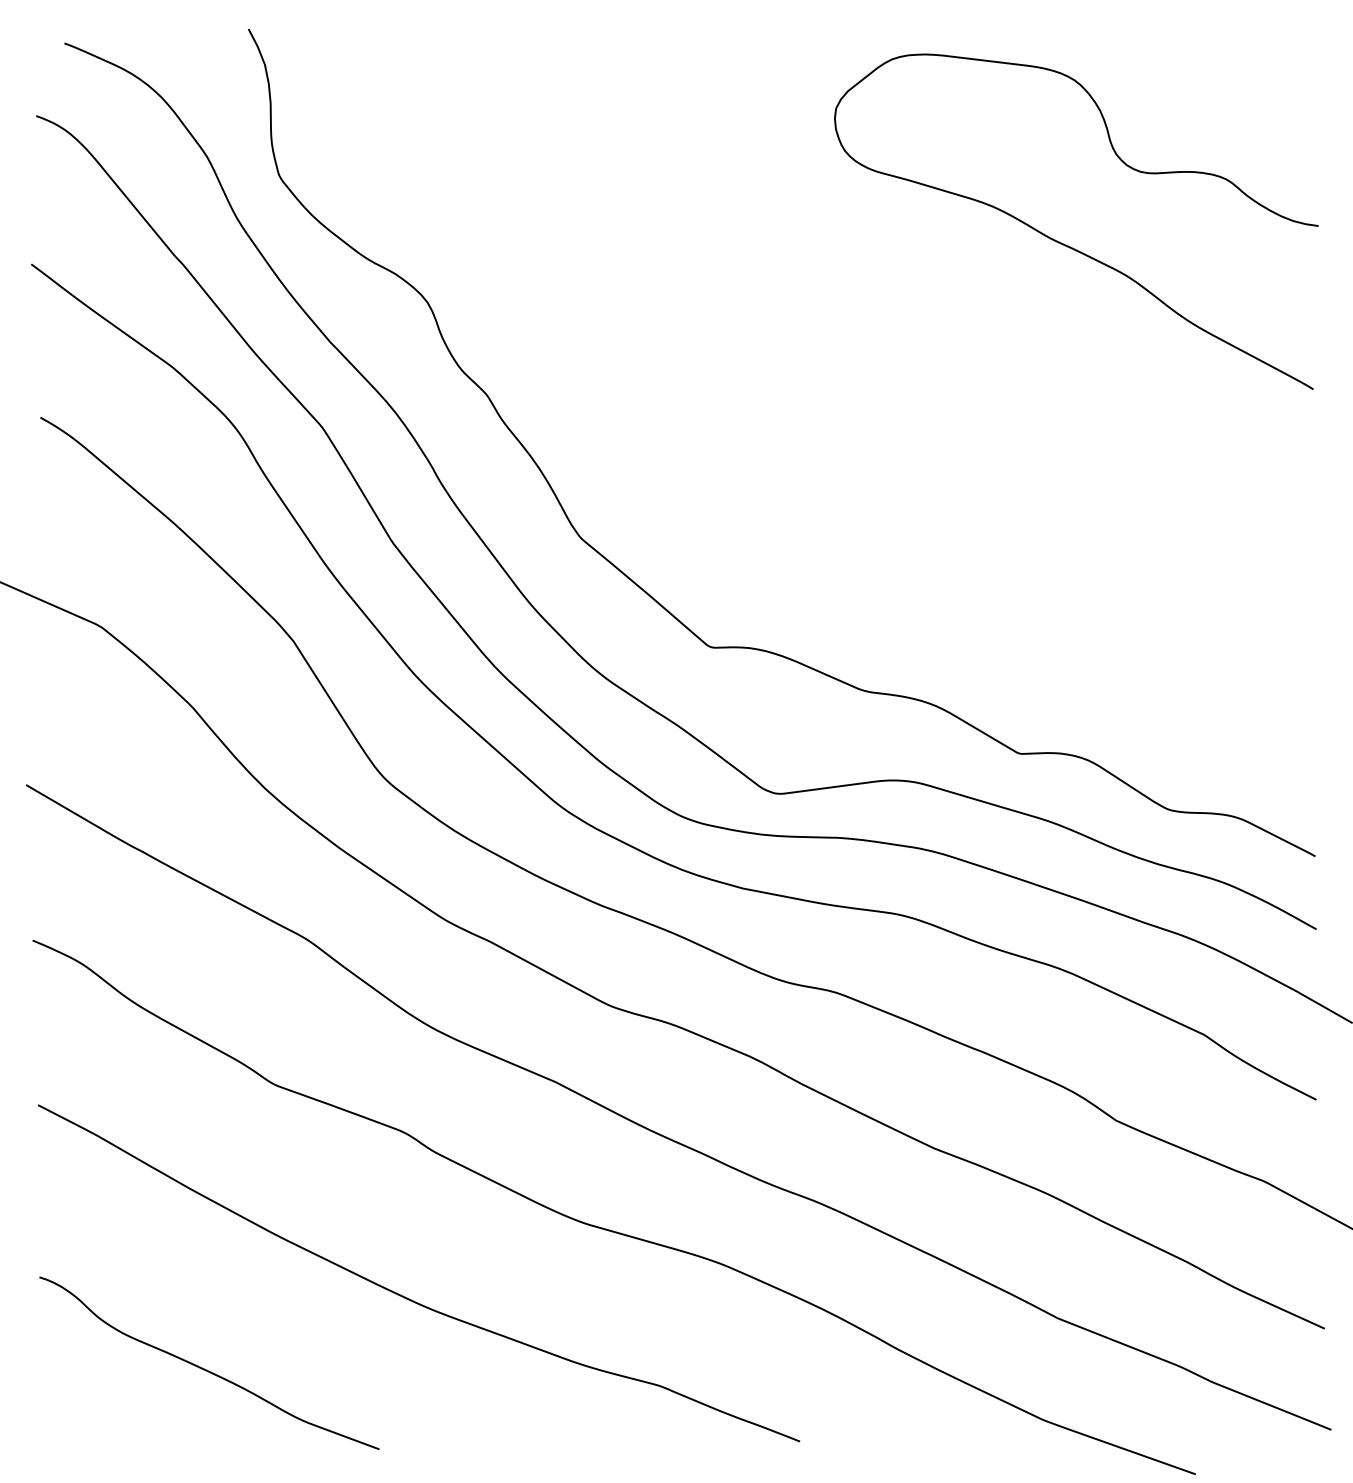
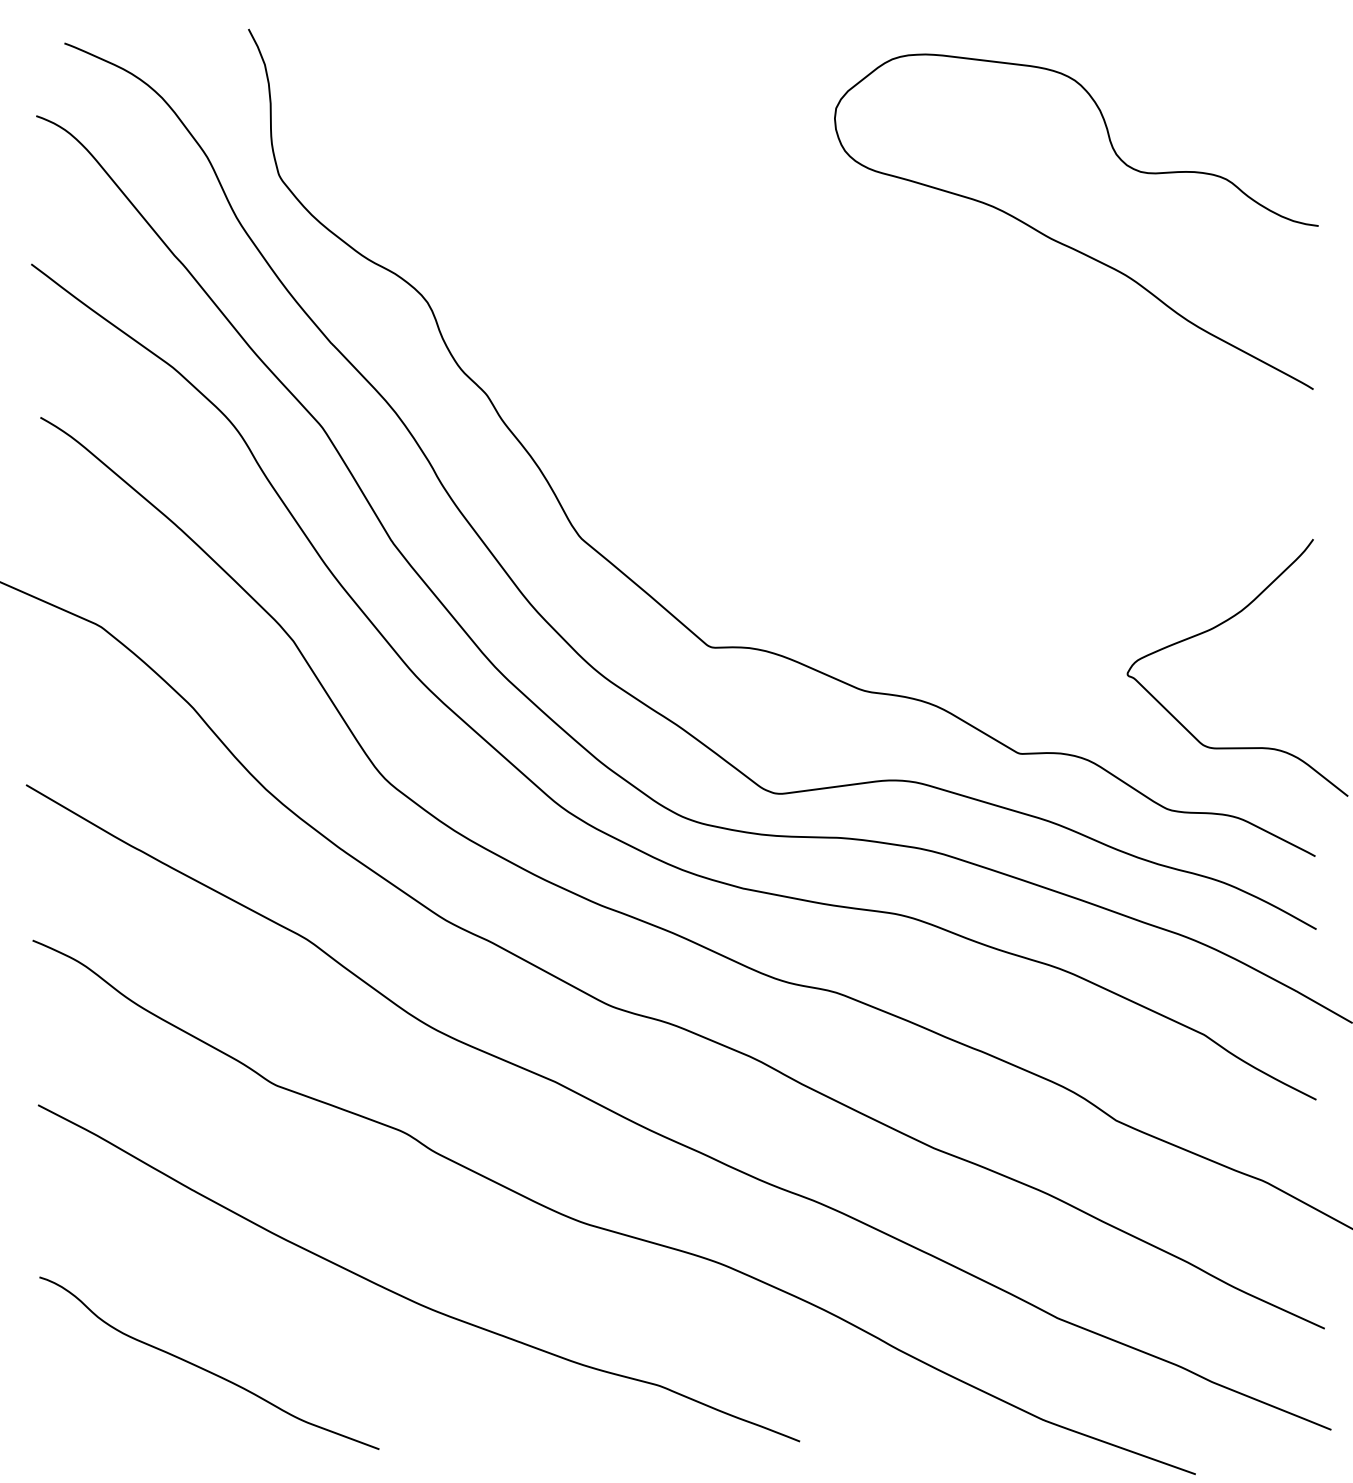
curve at (1215, 628): none -> present
